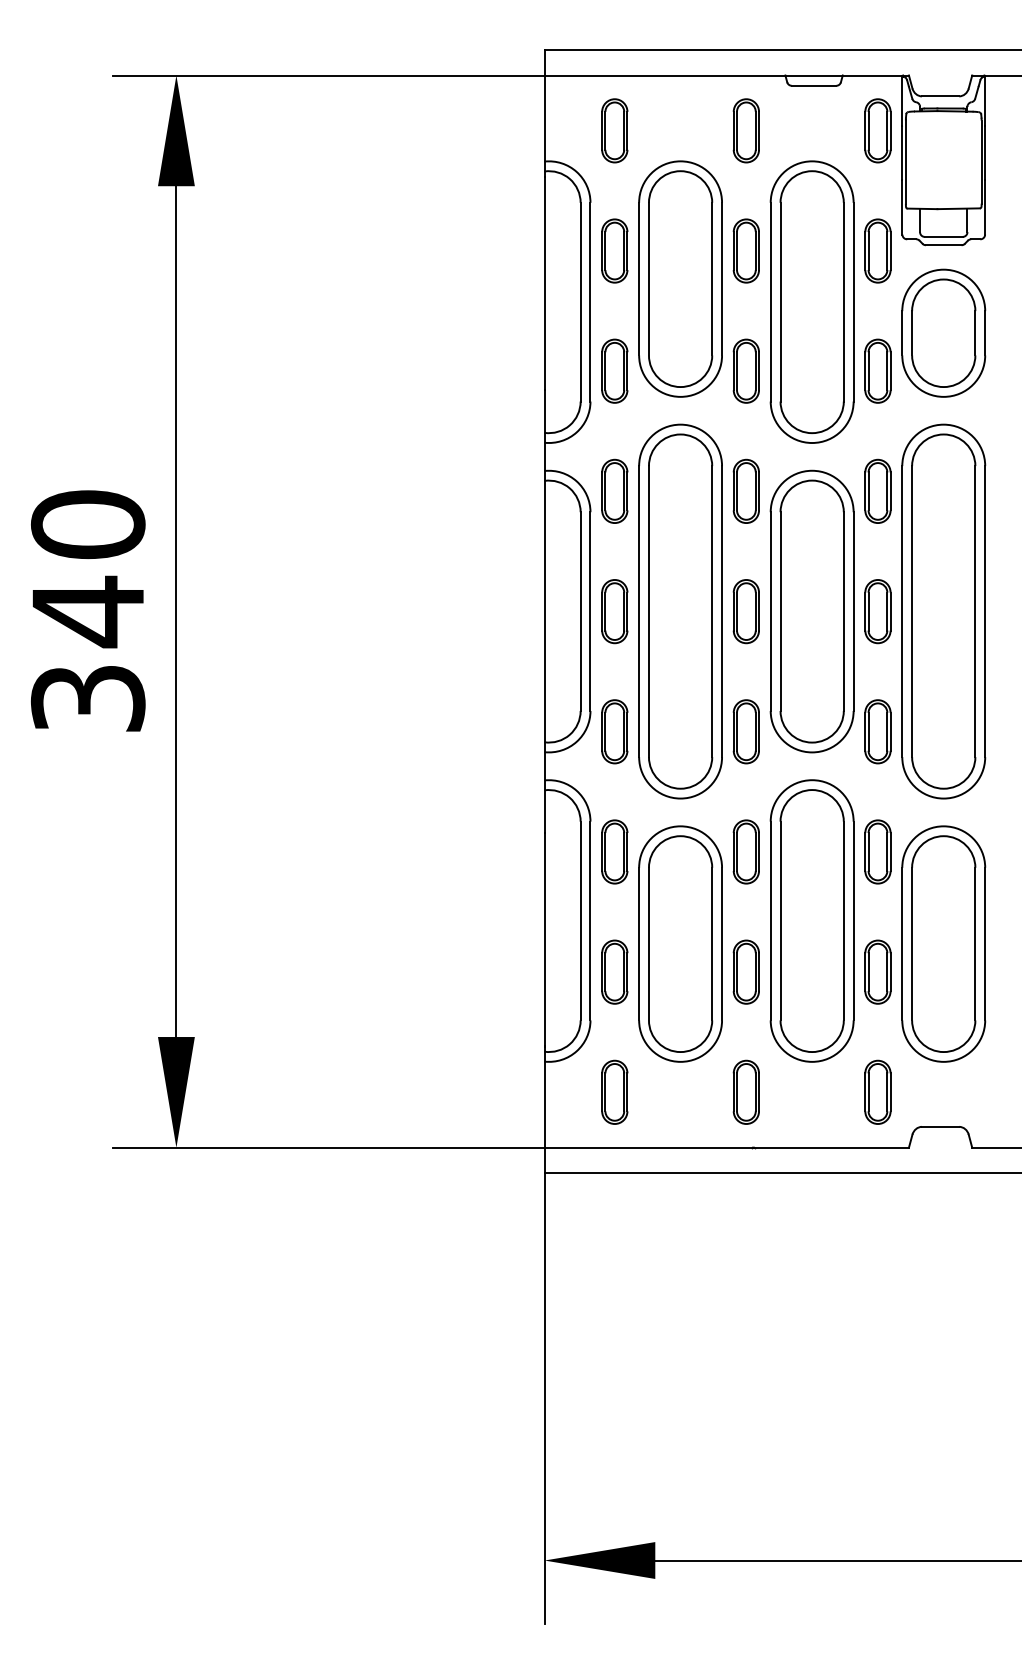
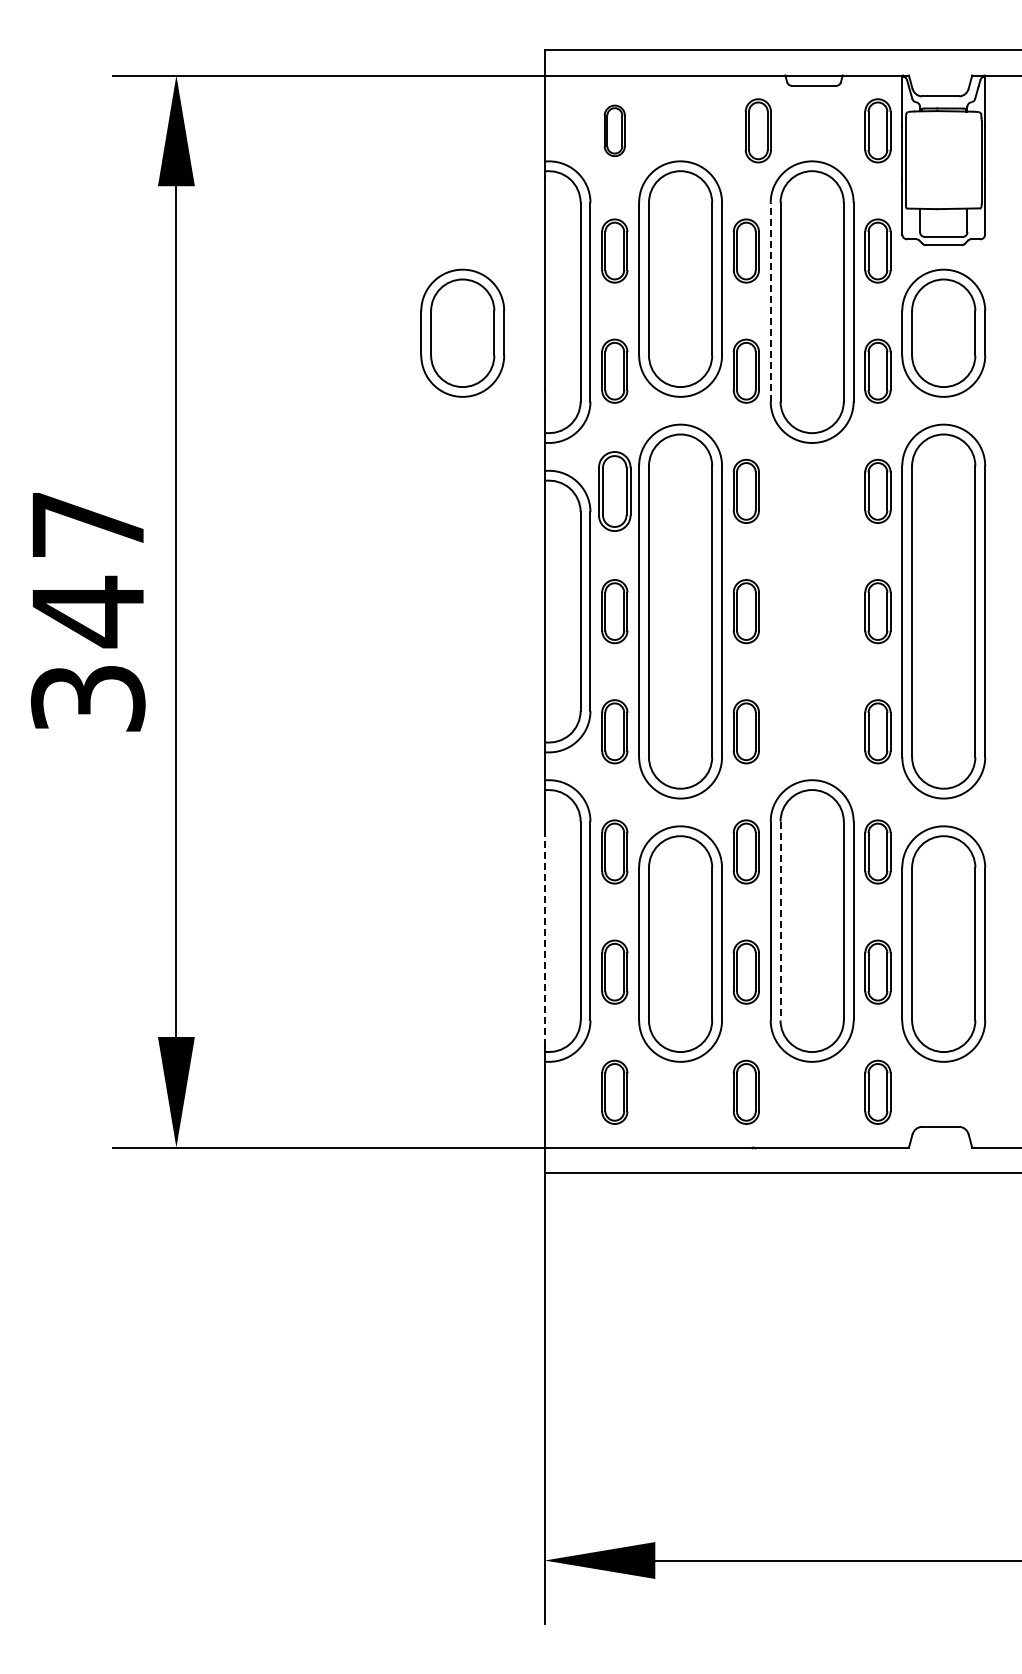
part at (614, 130) size: 28x66 px -> 23x53 px
part at (745, 130) position: (745, 130) -> (757, 130)
line at (770, 301): solid -> dashed
part at (462, 332): none -> present
part at (614, 490) size: 28x66 px -> 34x81 px
text at (87, 524): 340 -> 347
part at (811, 611): present -> none
line at (780, 921): solid -> dashed
line at (544, 939): solid -> dashed
